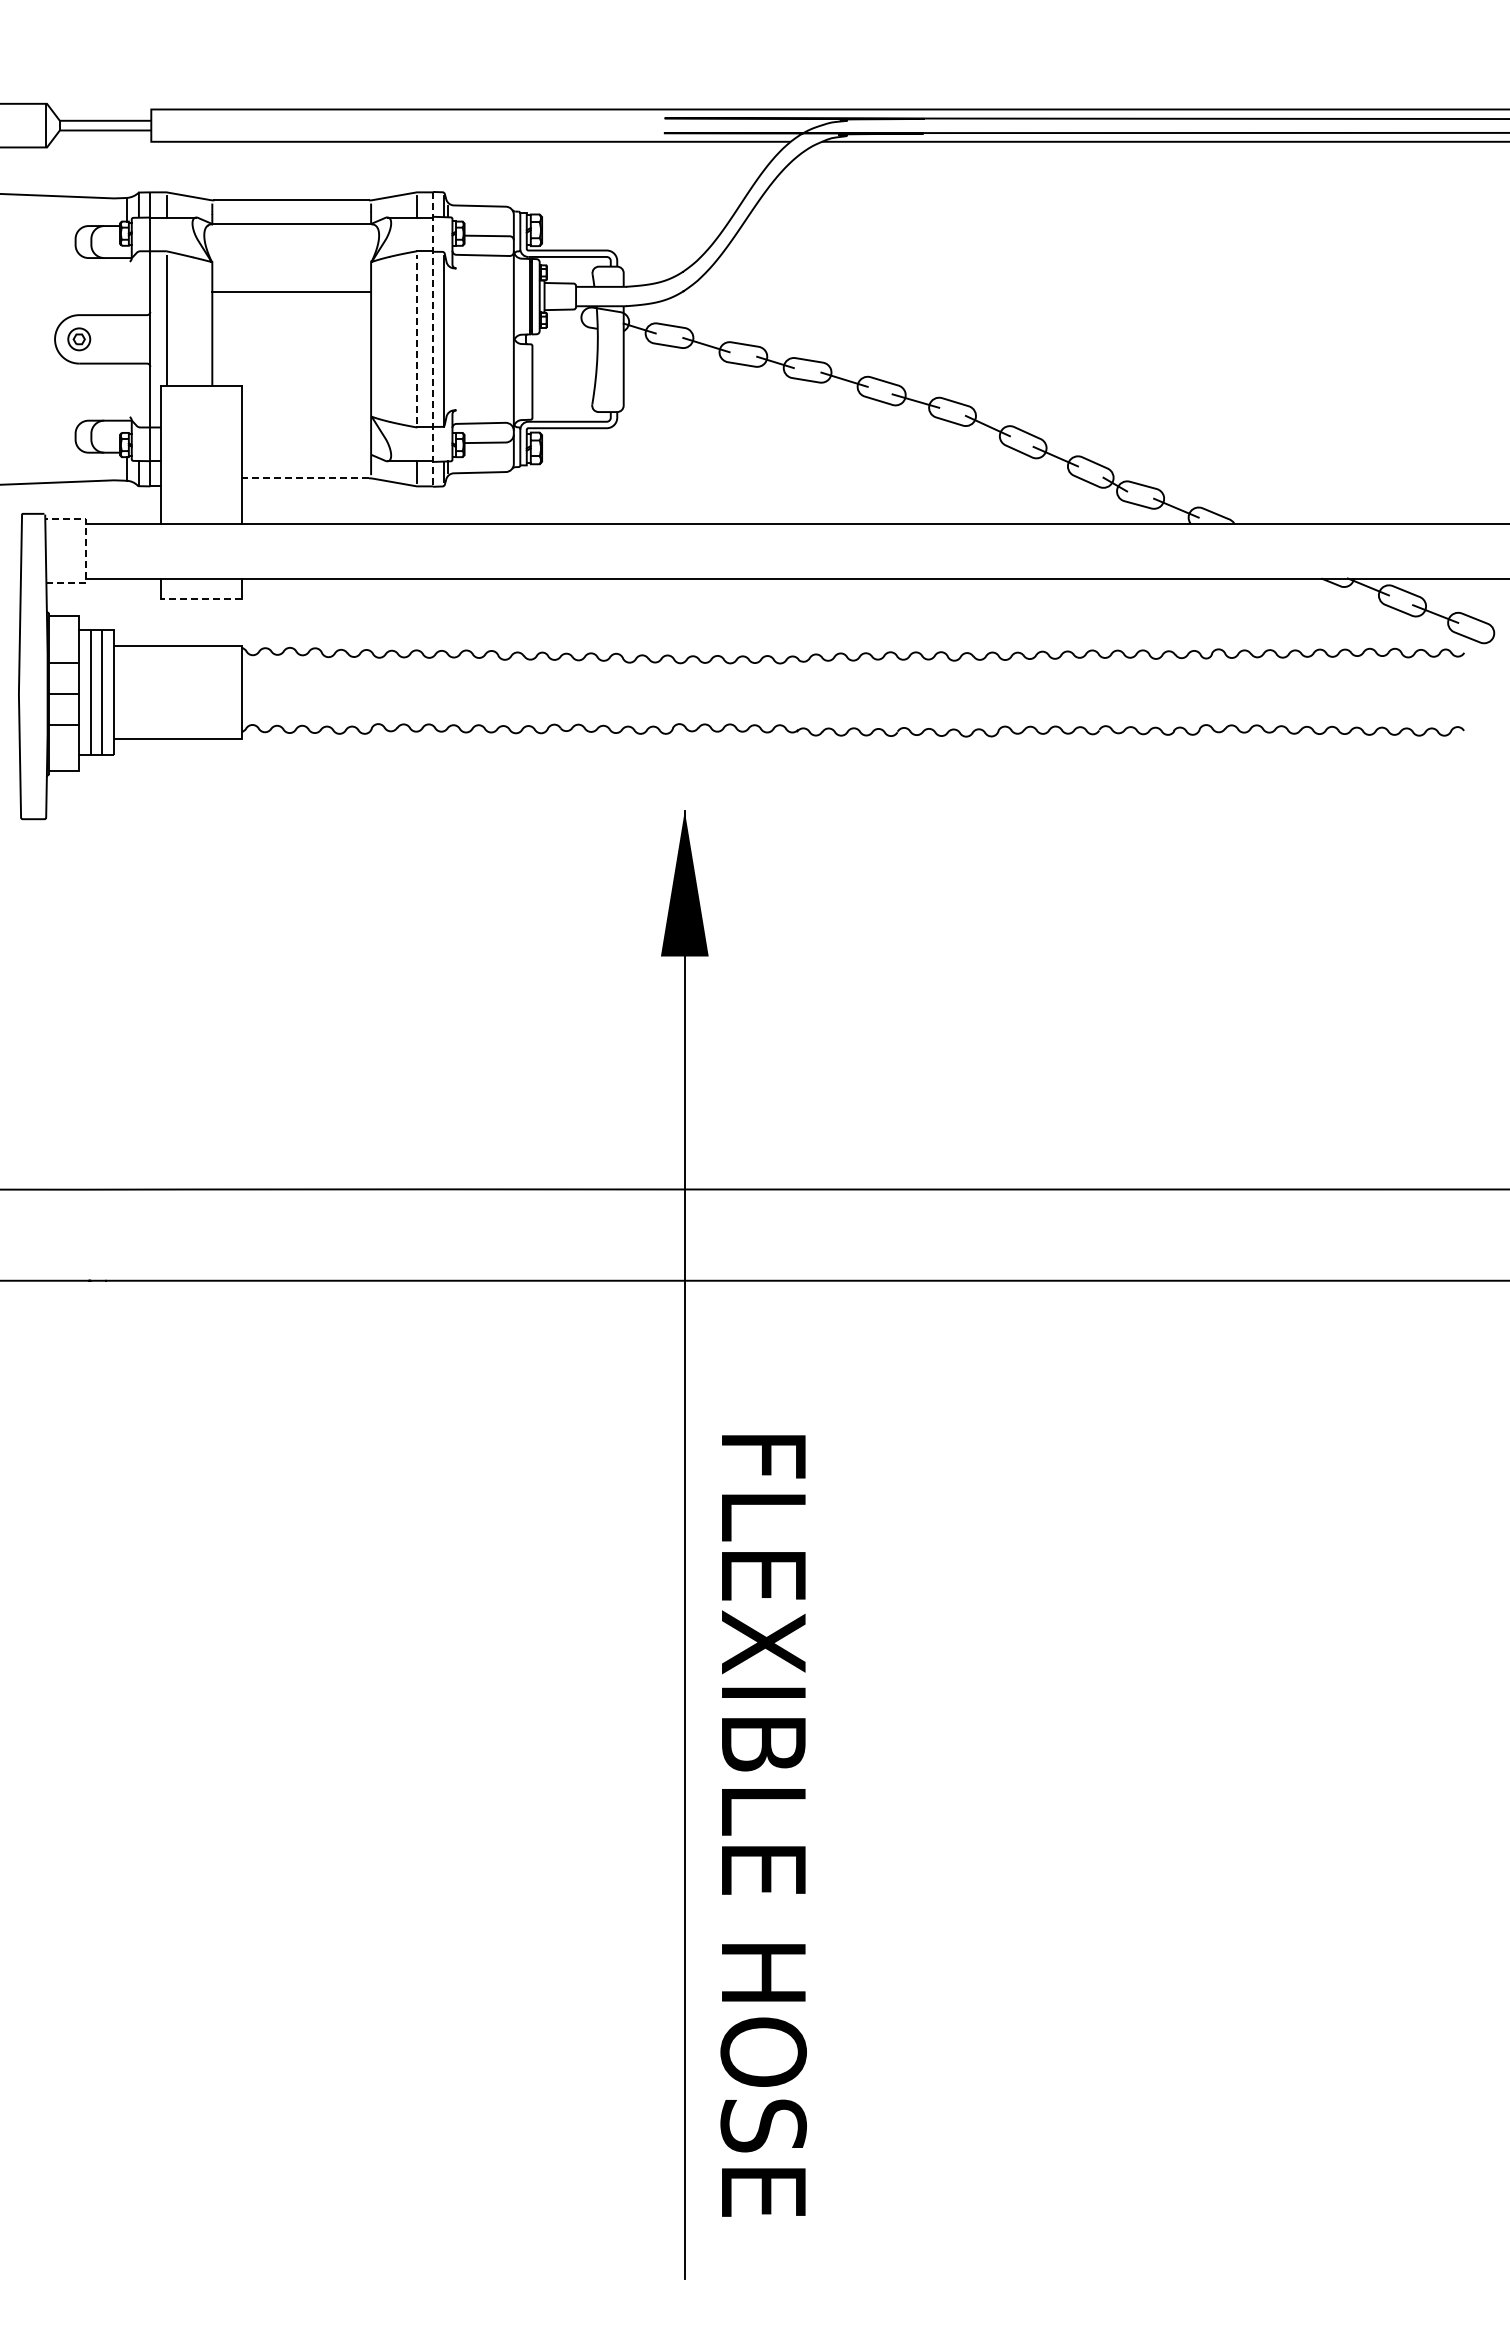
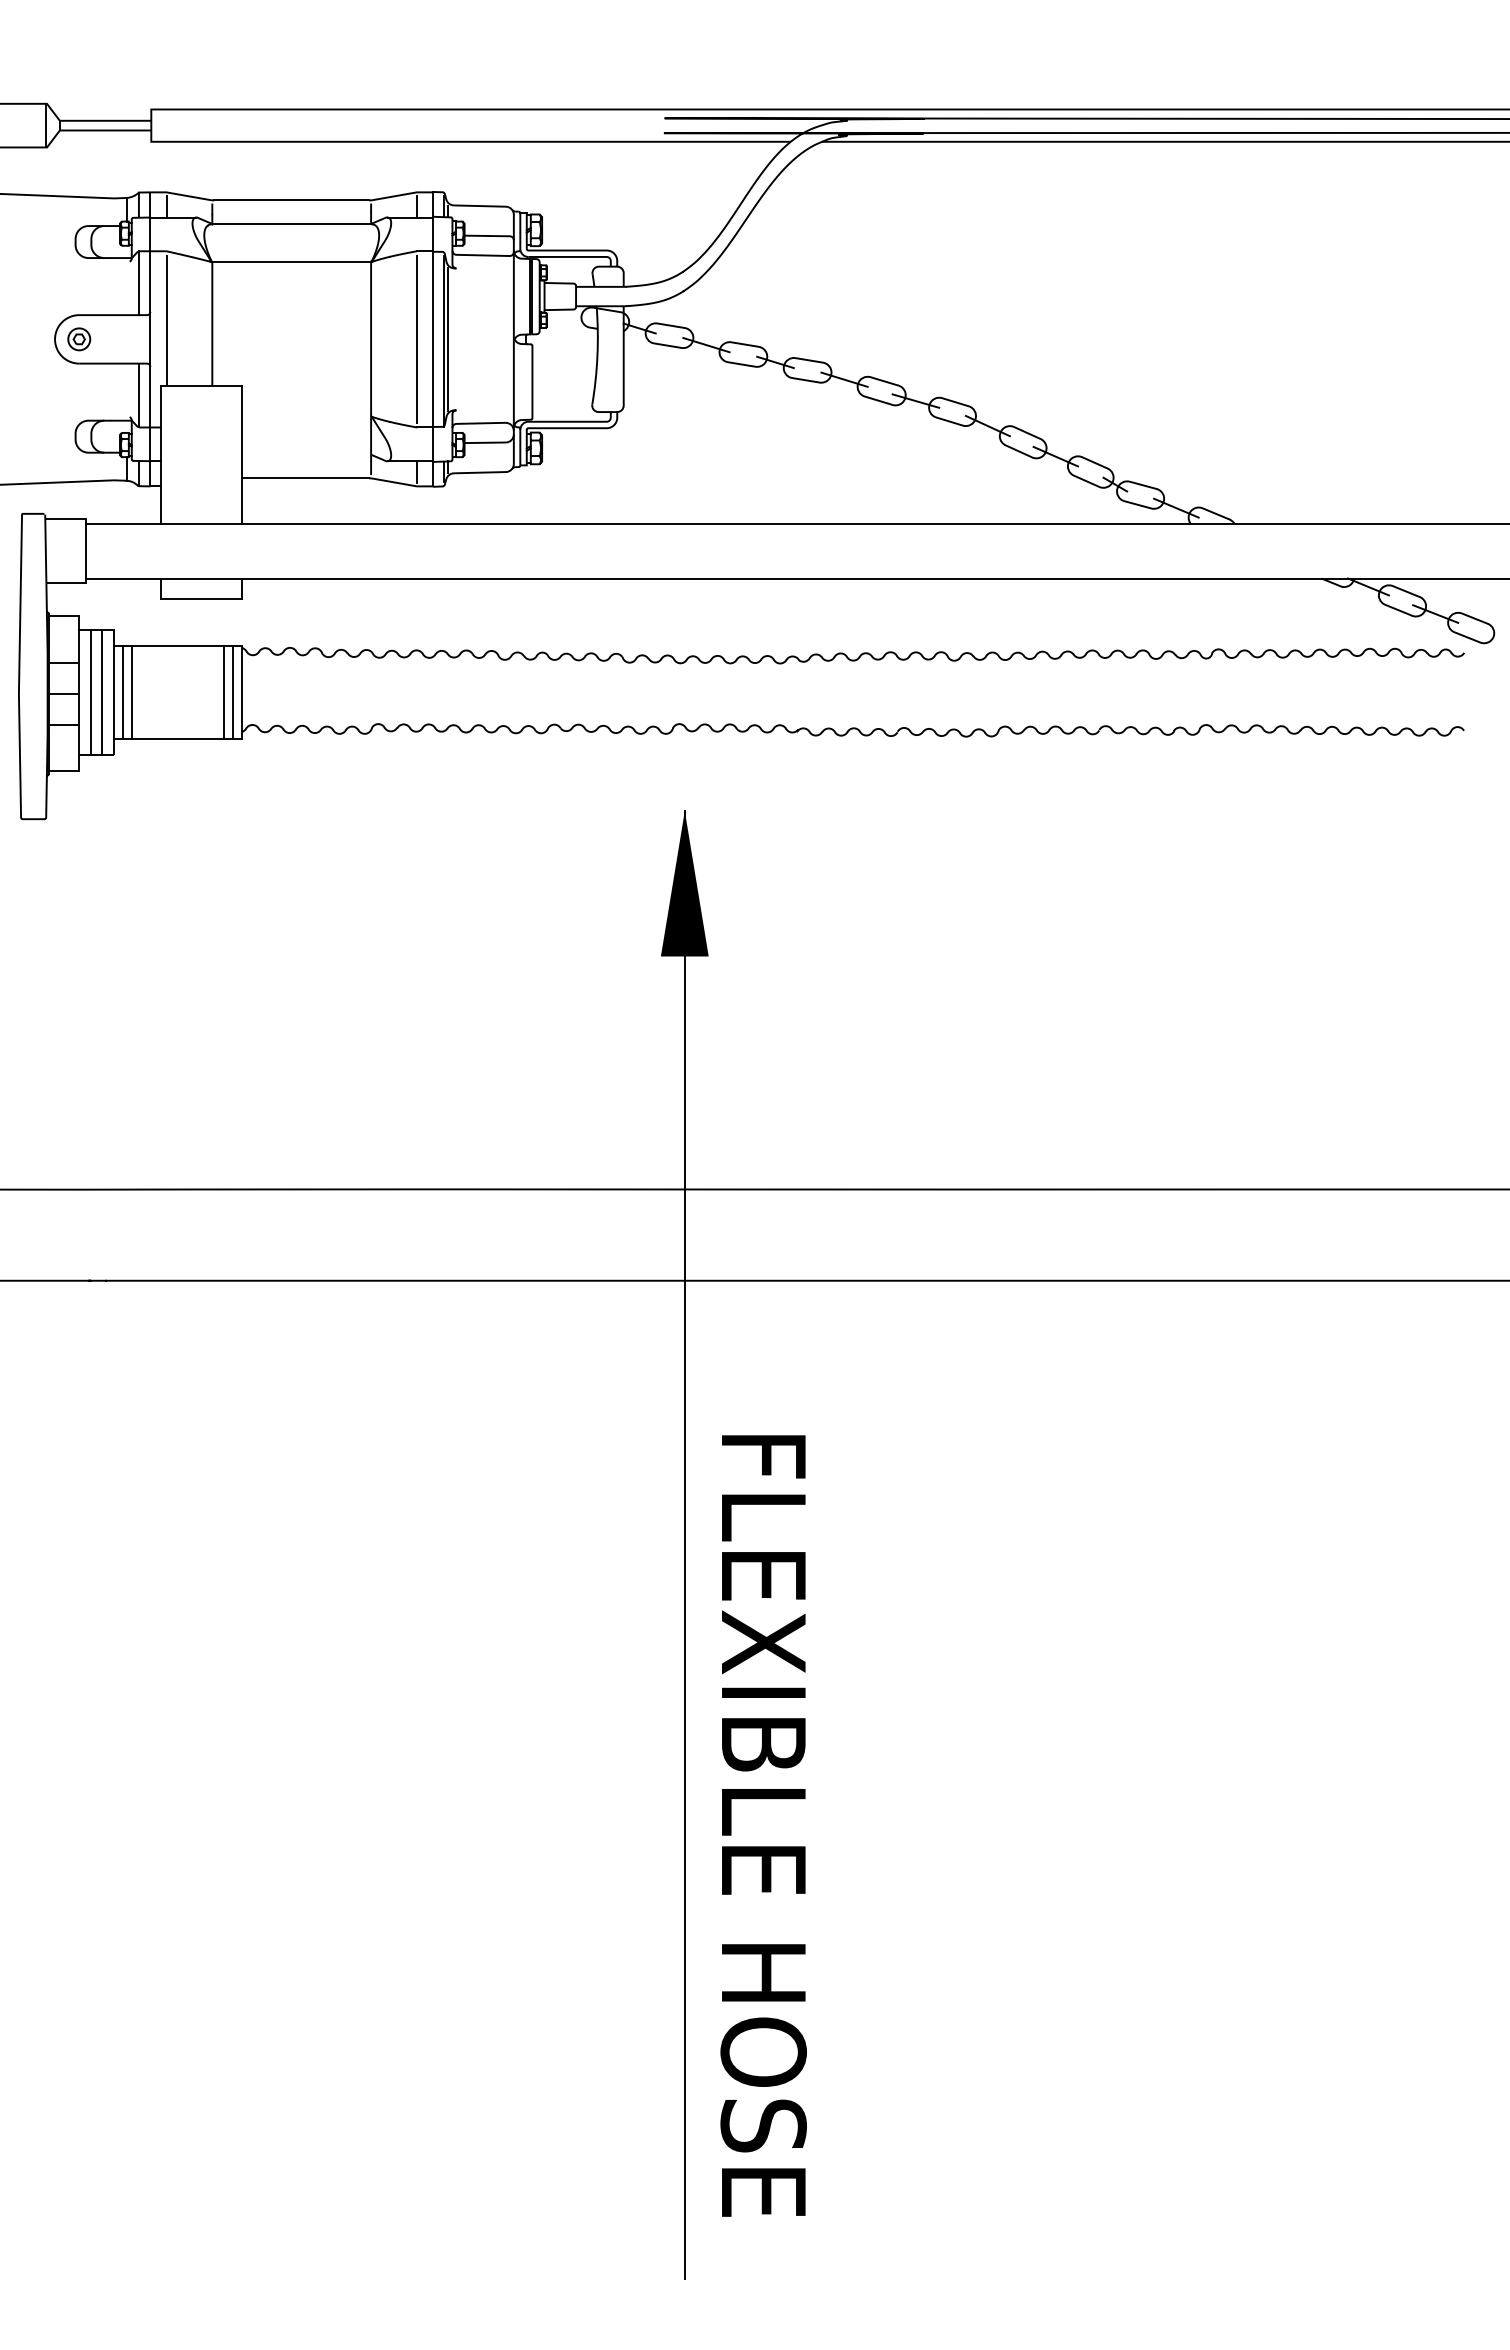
line at (138, 283): none -> present
line at (291, 291) position: (291, 291) -> (291, 261)
line at (416, 339): dashed -> solid
line at (433, 339): dashed -> solid
line at (447, 339): none -> present
line at (138, 395): none -> present
line at (305, 478): dashed -> solid
line at (86, 549): dashed -> solid
line at (200, 599): dashed -> solid
line at (122, 692): none -> present
line at (131, 692): none -> present
line at (224, 692): none -> present
line at (232, 692): none -> present
